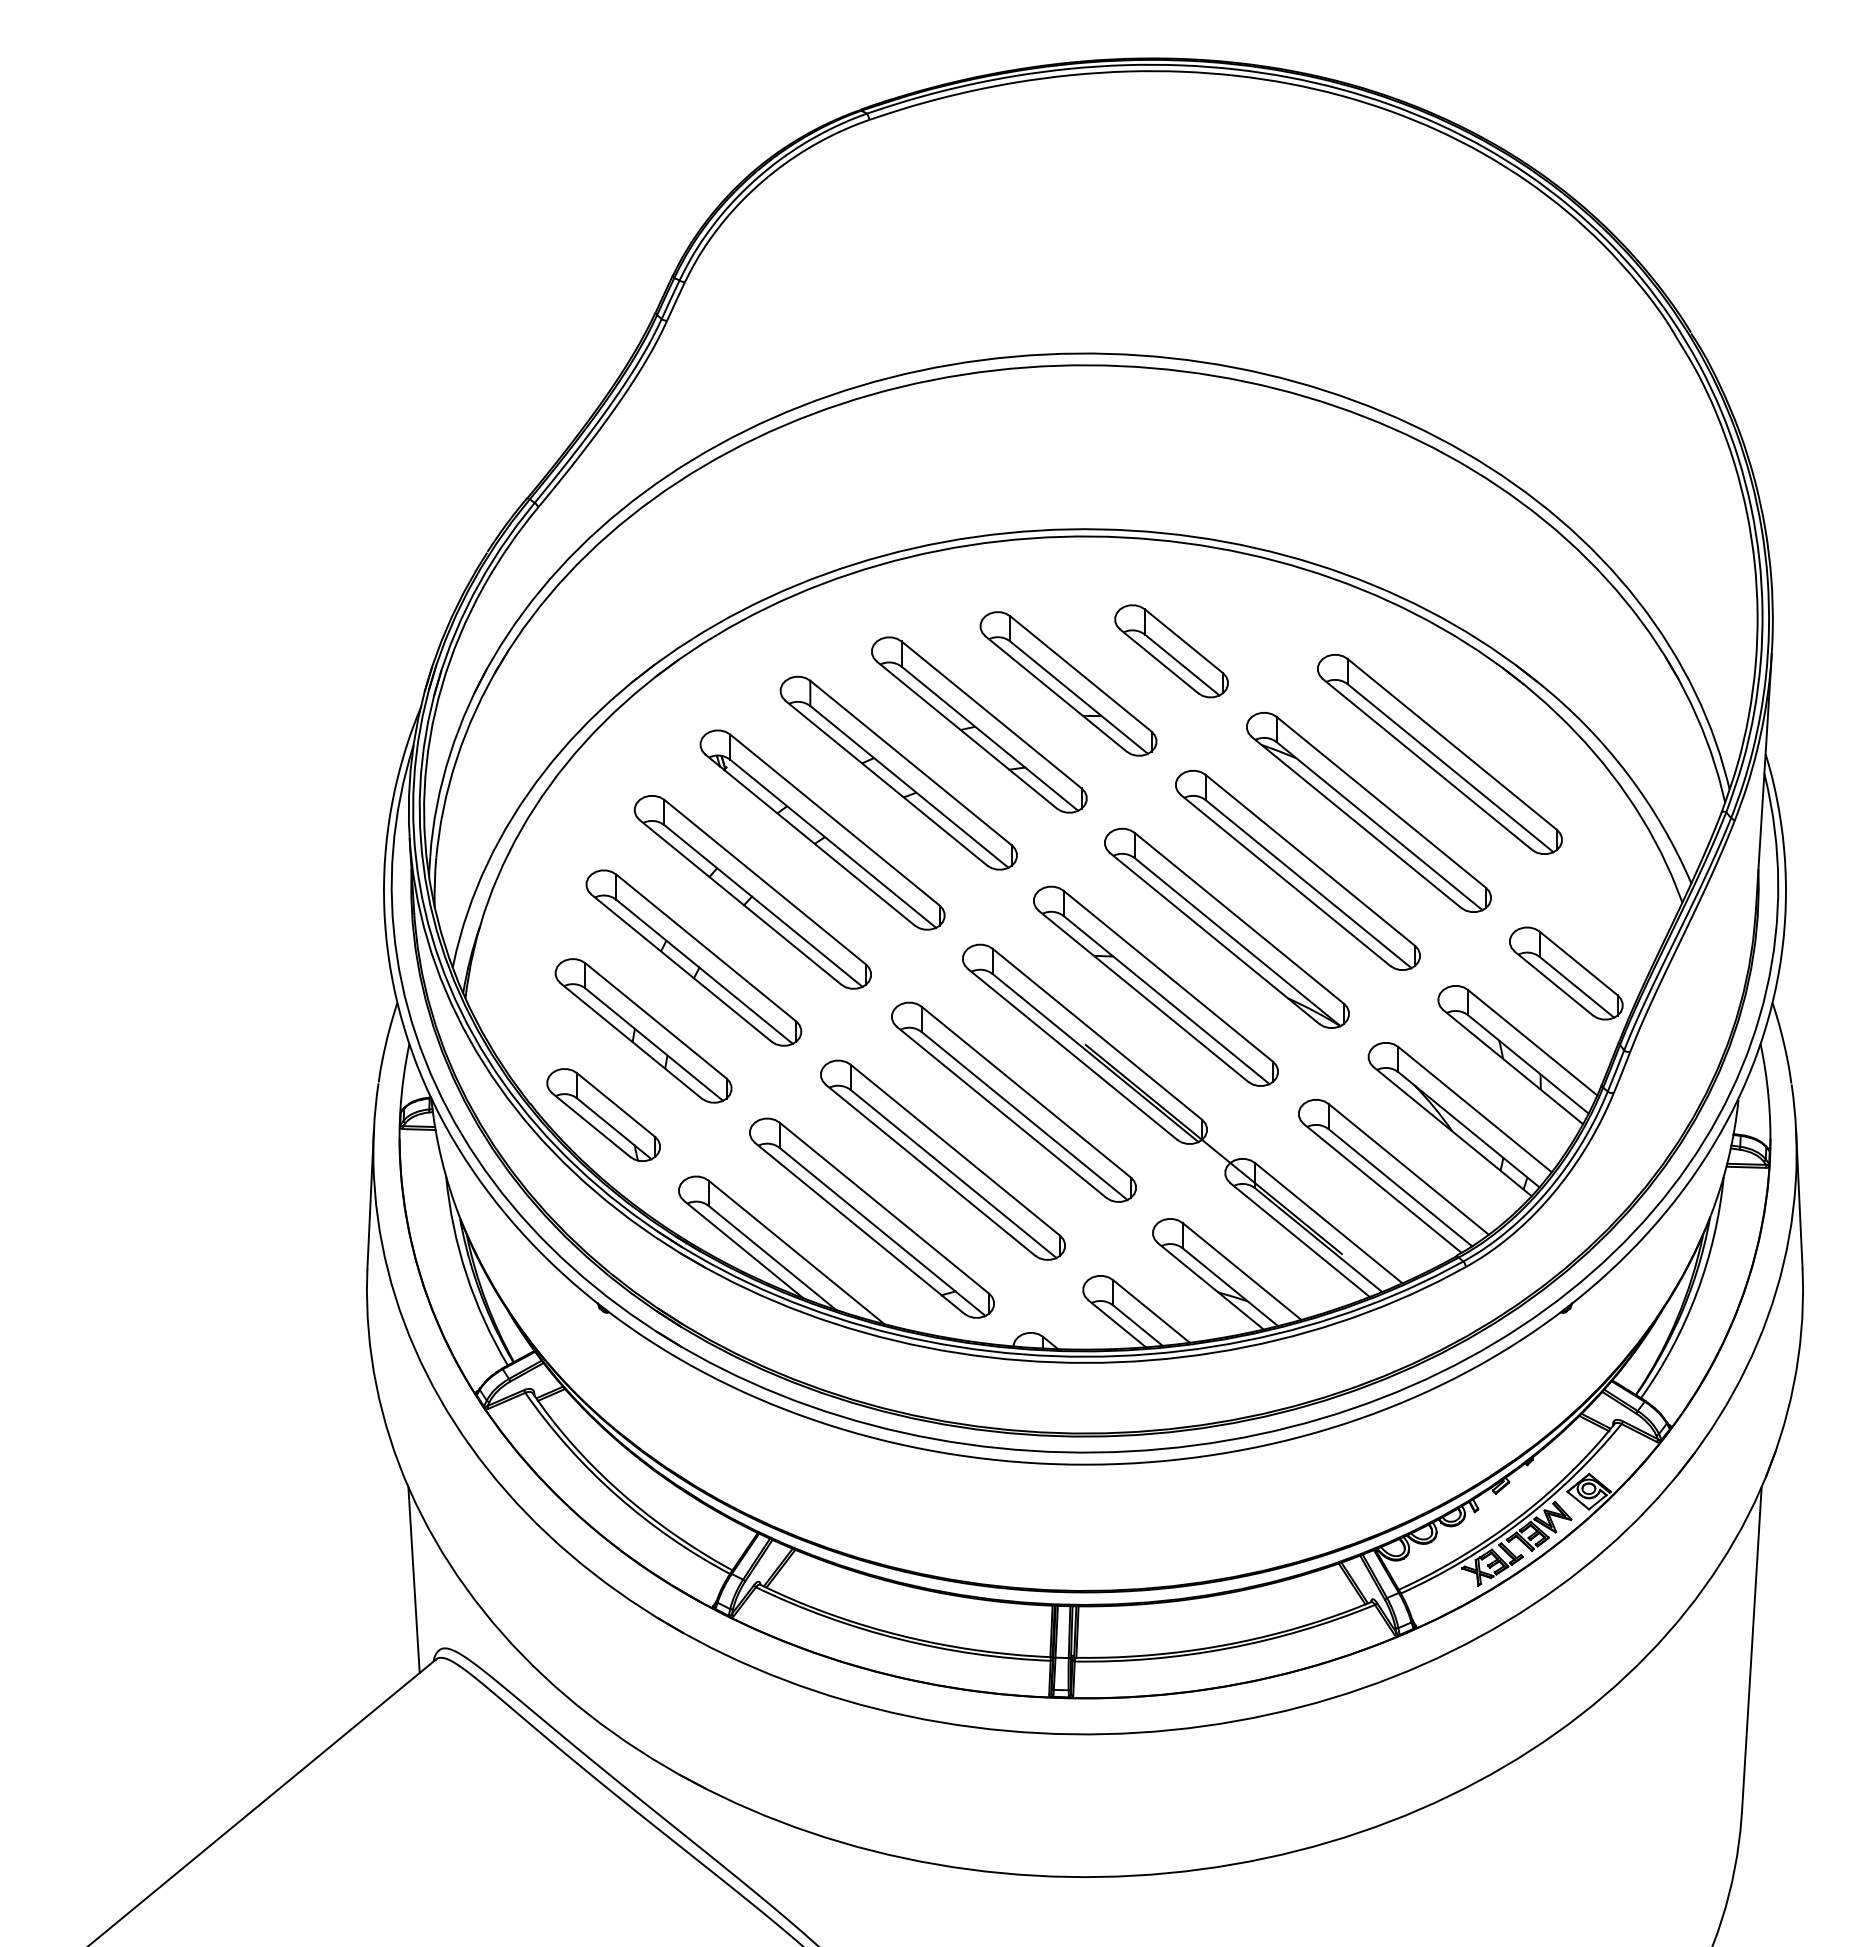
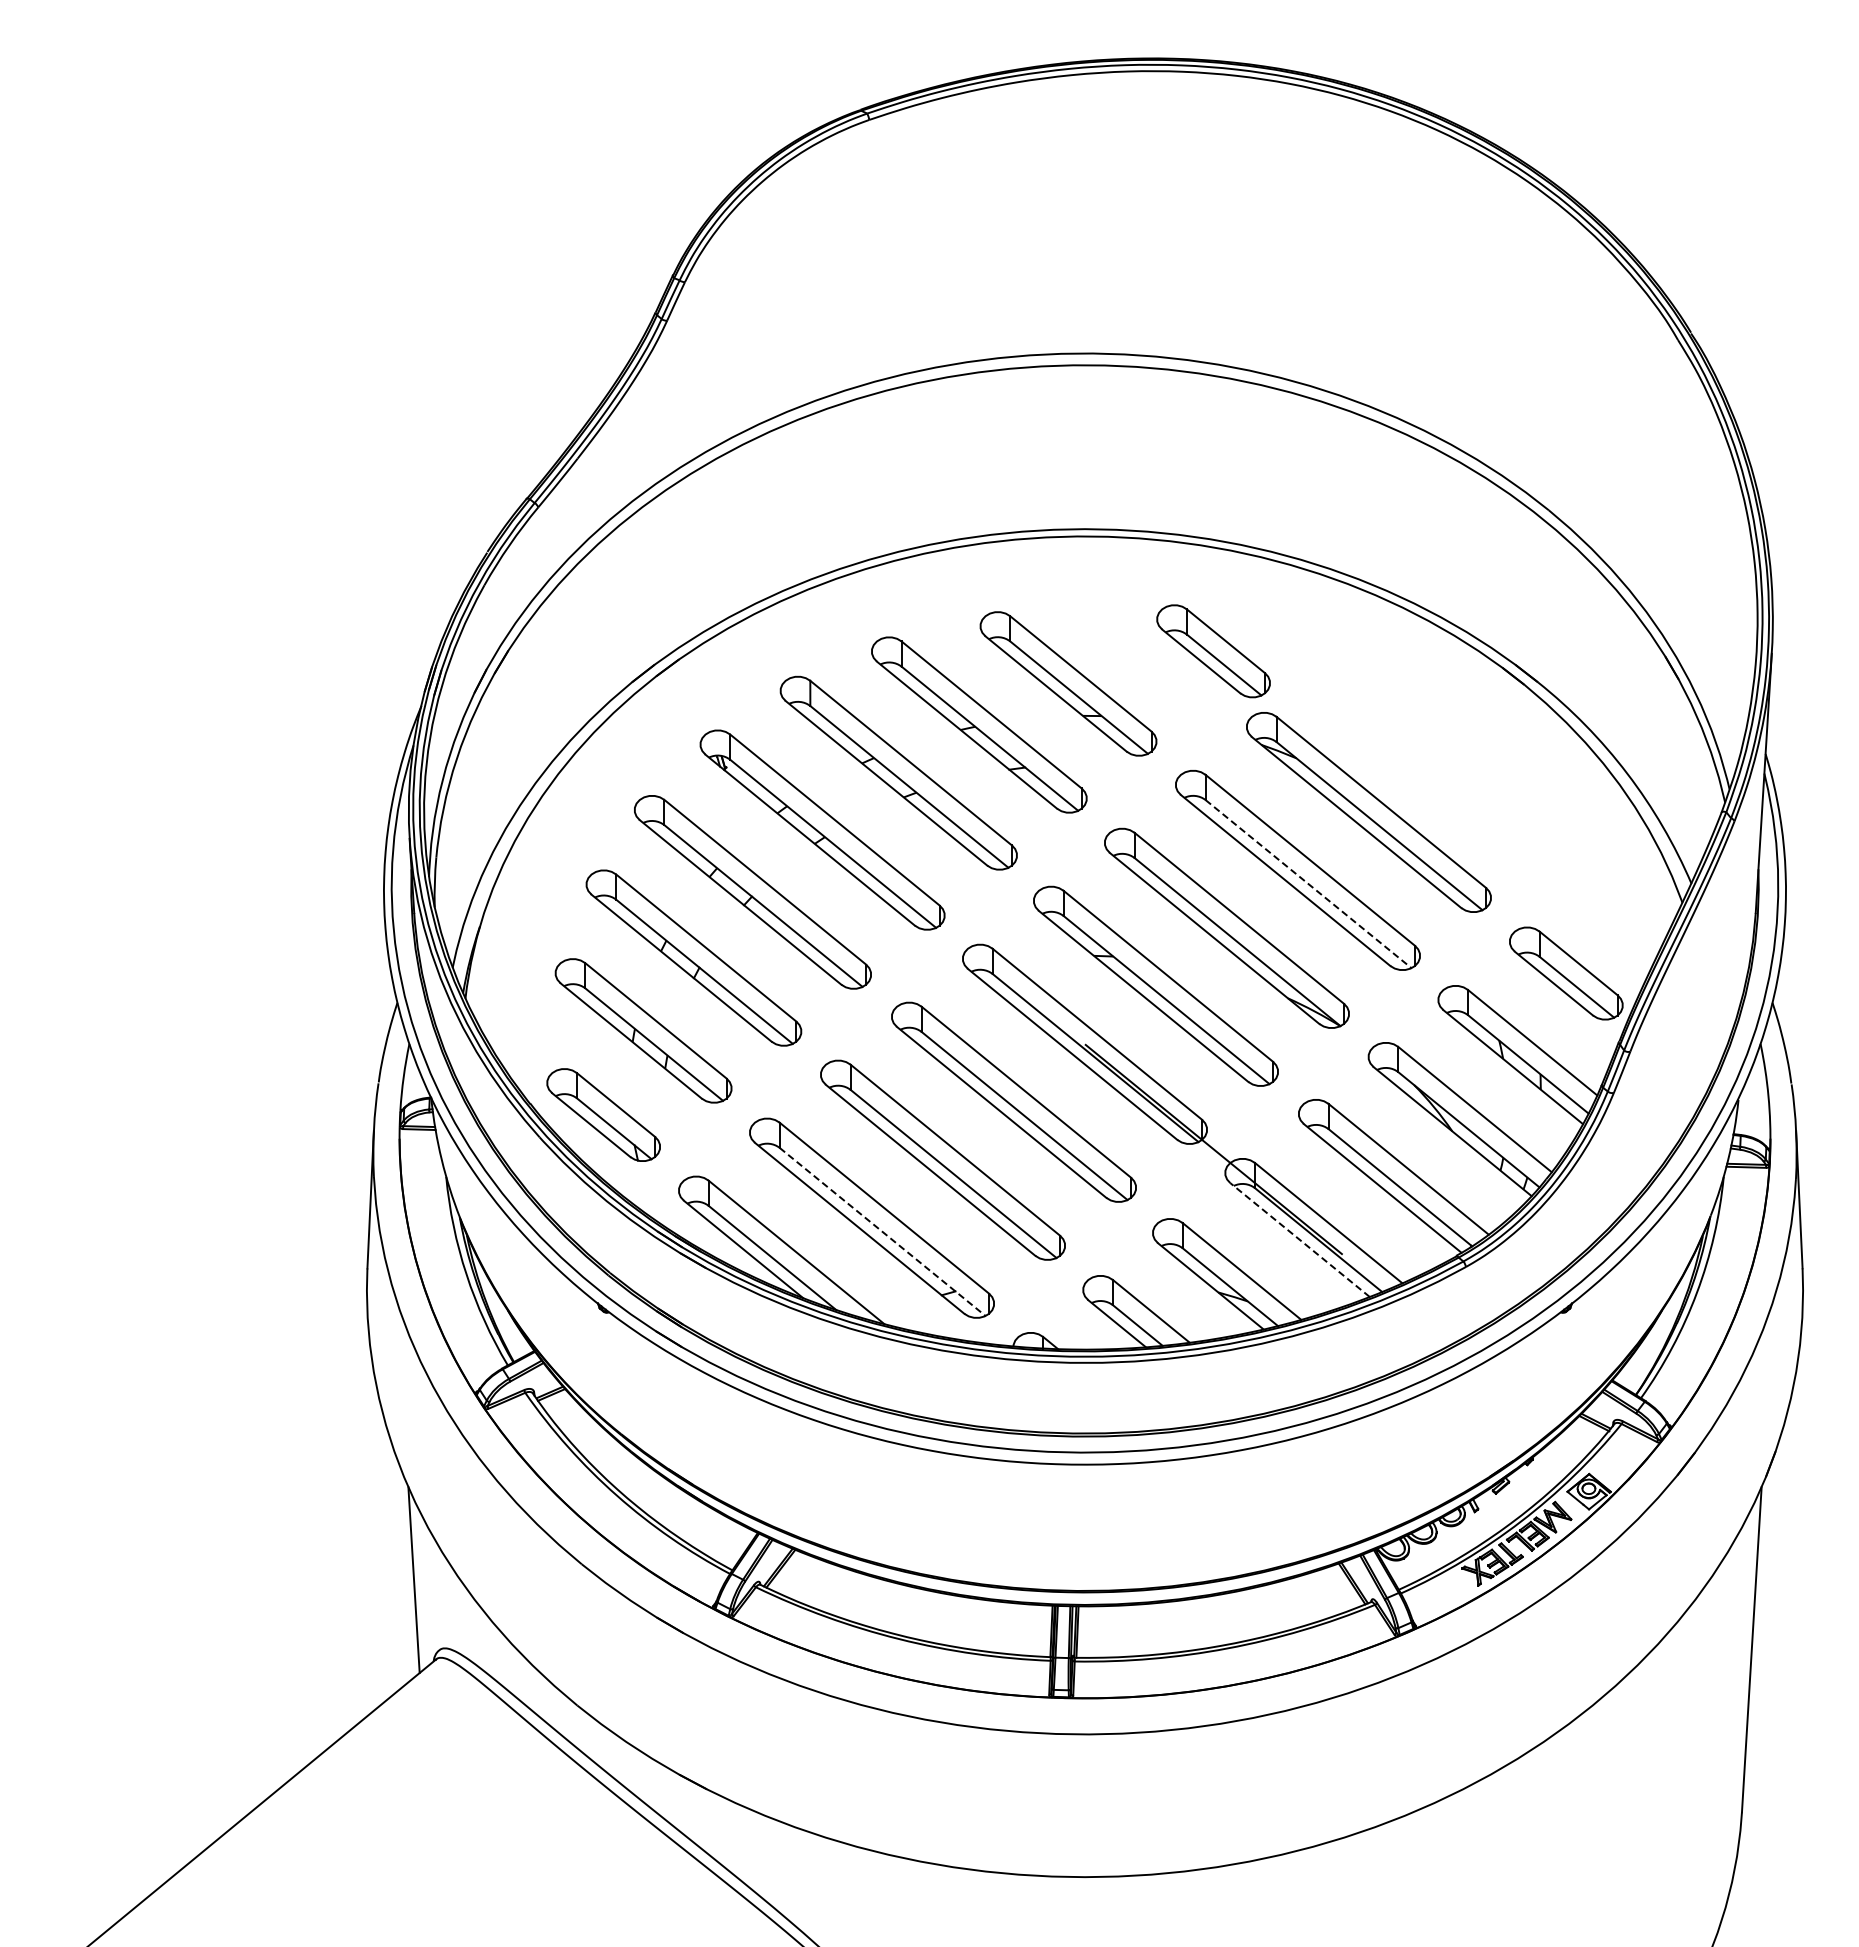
part at (1171, 651) position: (1171, 651) -> (1213, 651)
part at (1439, 754): present -> none
line at (1308, 884): solid -> dashed
line at (882, 1231): solid -> dashed
line at (1300, 1240): solid -> dashed
